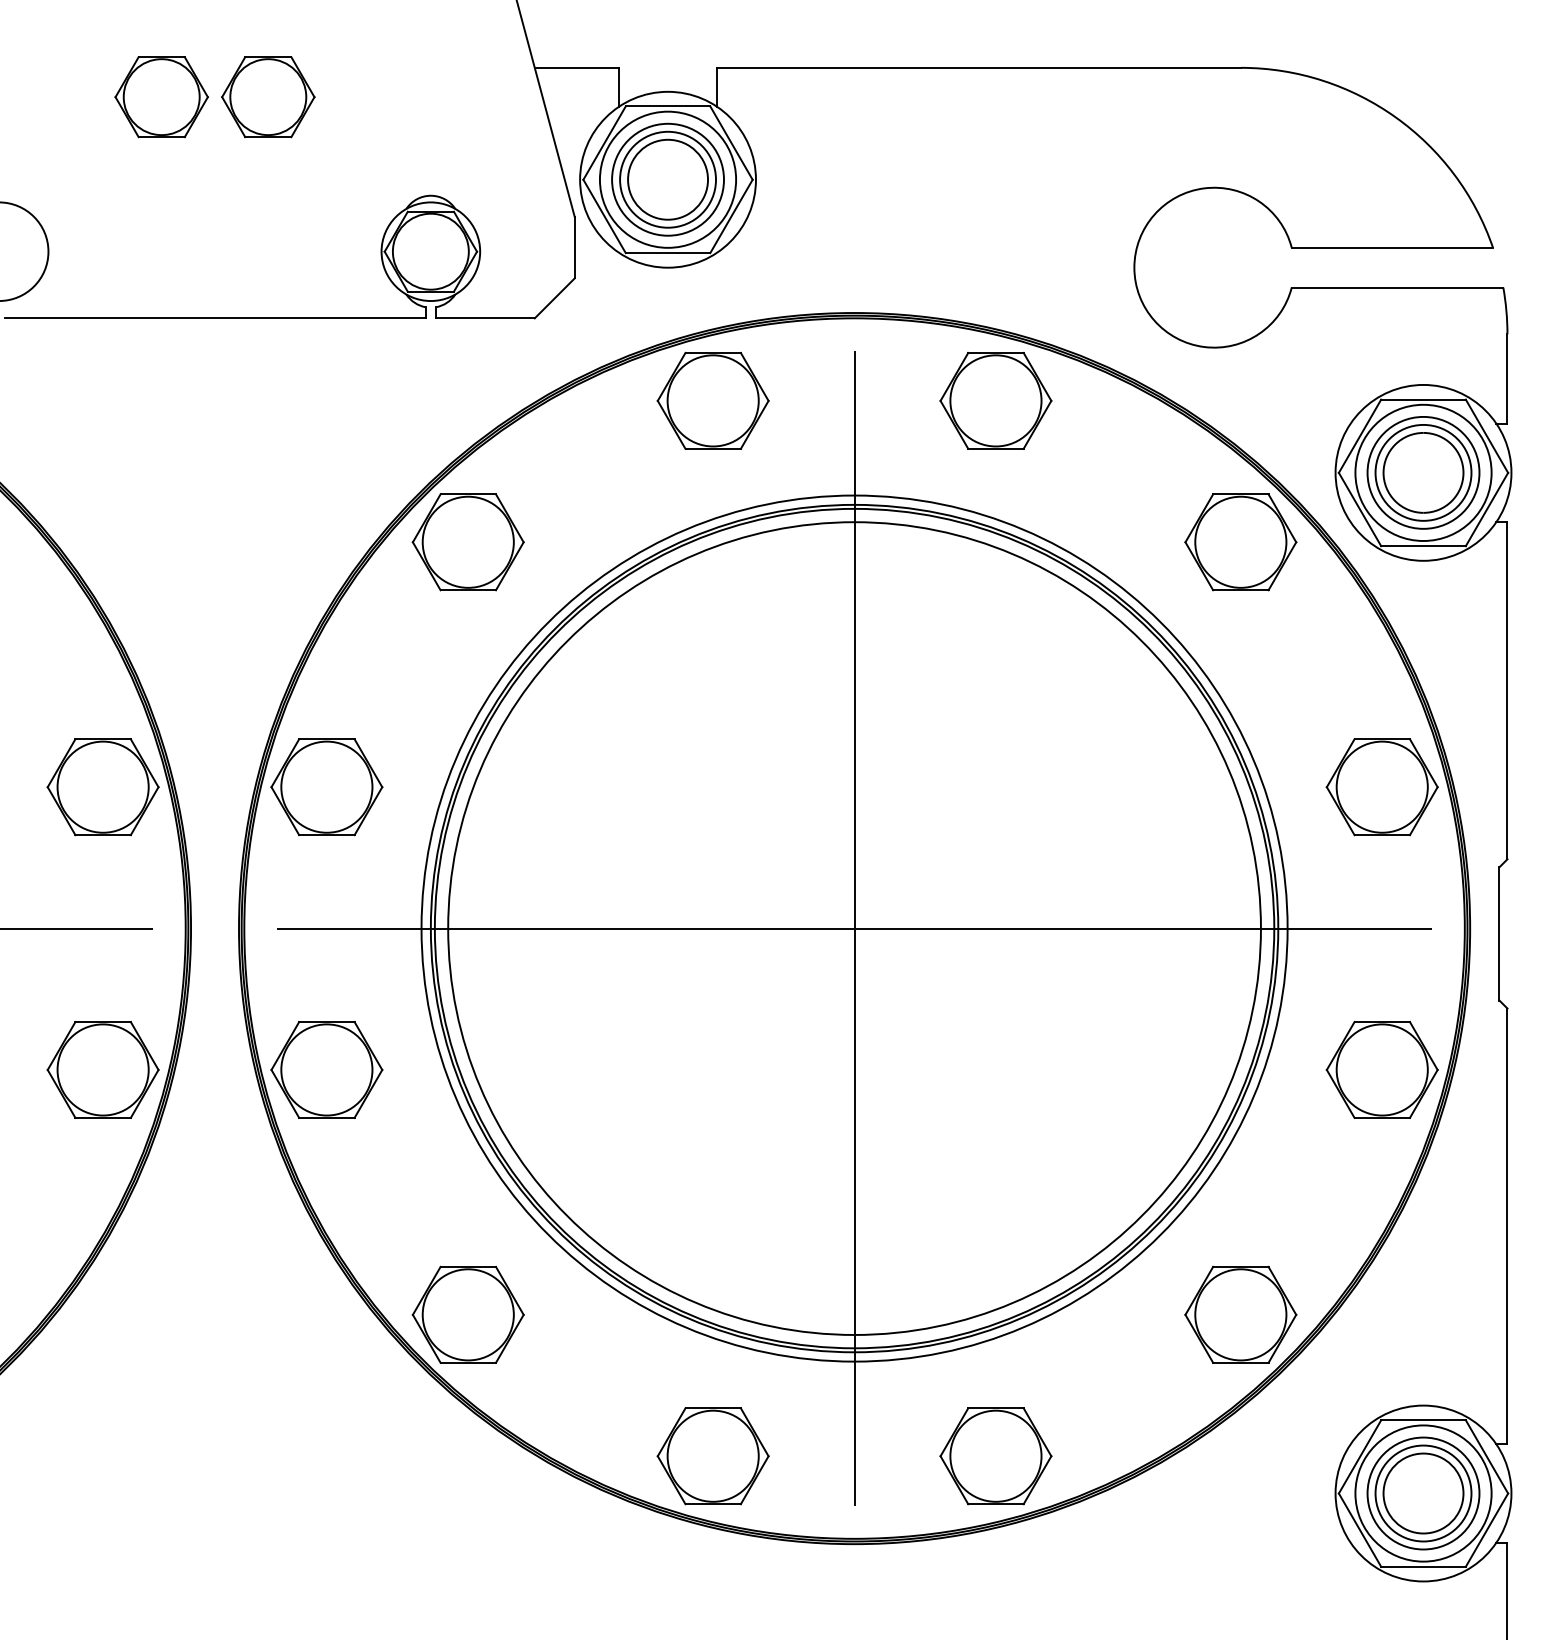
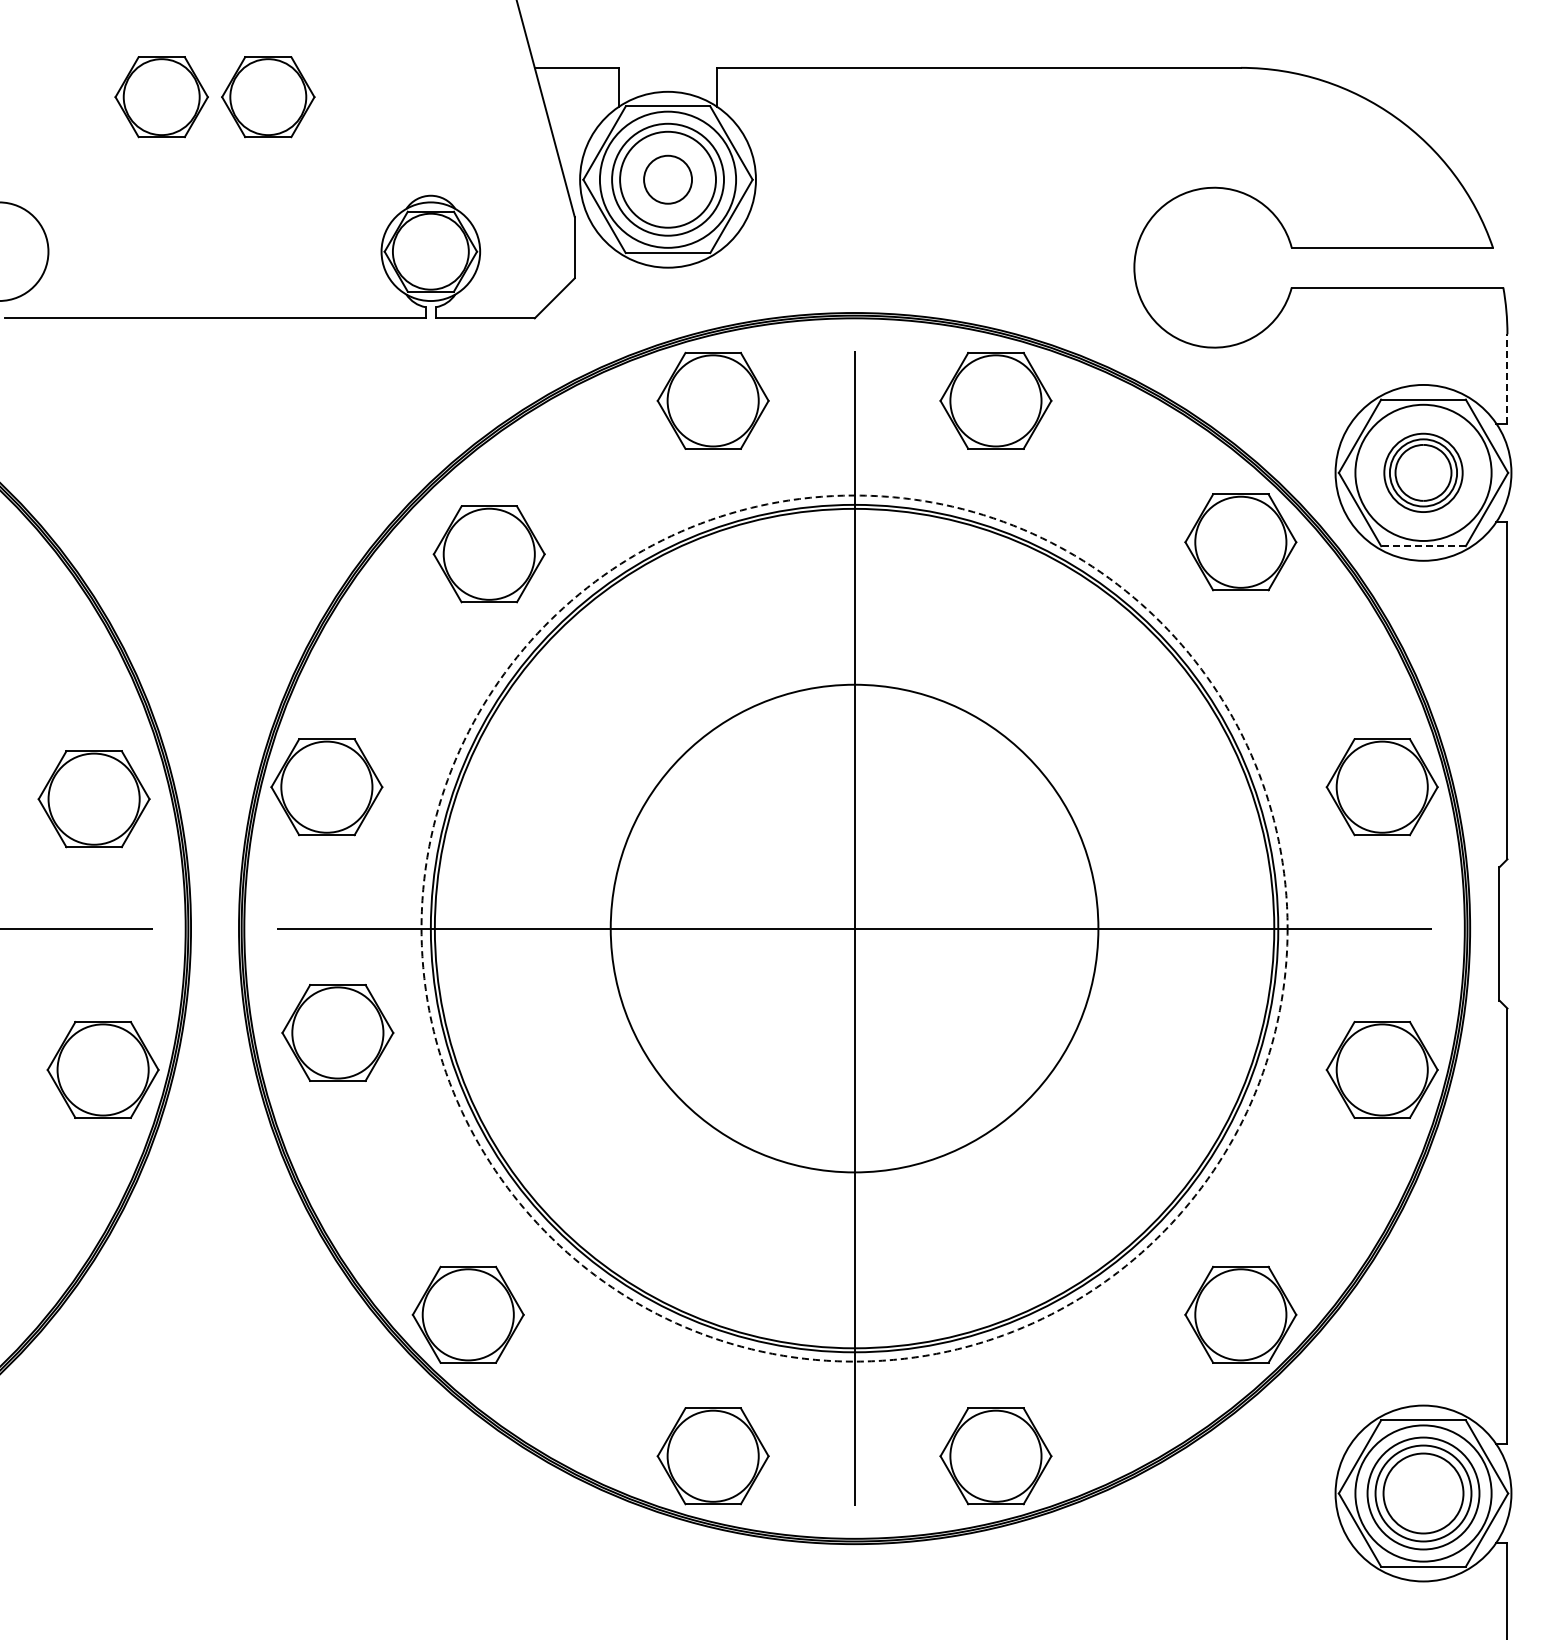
circle at (668, 179) diameter: 80 px -> 48 px
line at (1507, 378): solid -> dashed
part at (1423, 472) size: 115x114 px -> 81x81 px
part at (467, 542) position: (467, 542) -> (488, 554)
line at (1423, 546): solid -> dashed
part at (102, 787) position: (102, 787) -> (93, 799)
circle at (854, 928) diameter: 813 px -> 488 px
circle at (854, 928): solid -> dashed
part at (326, 1069) position: (326, 1069) -> (337, 1032)
